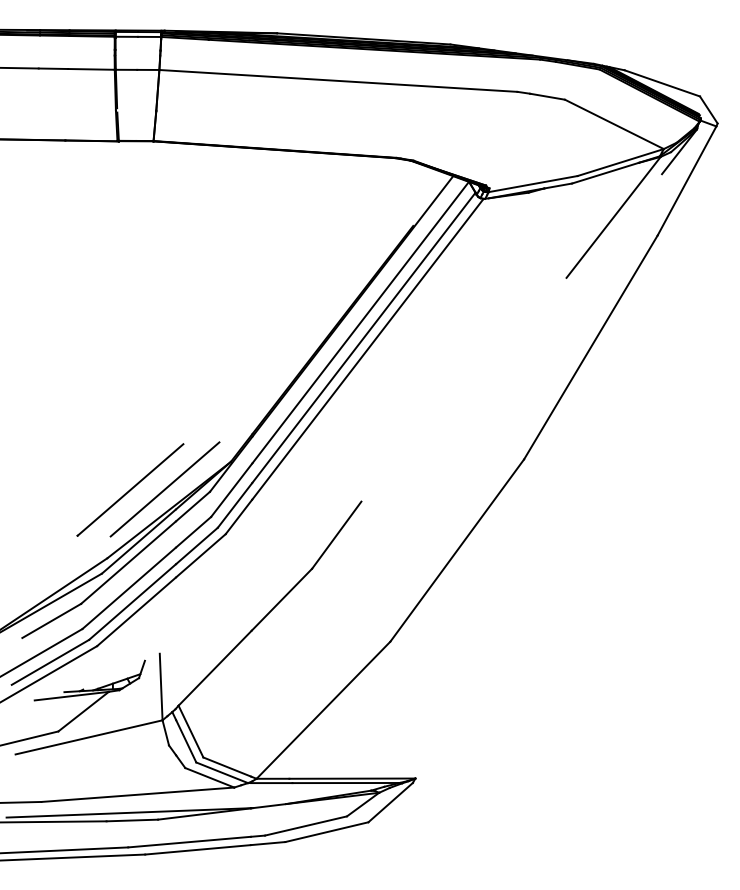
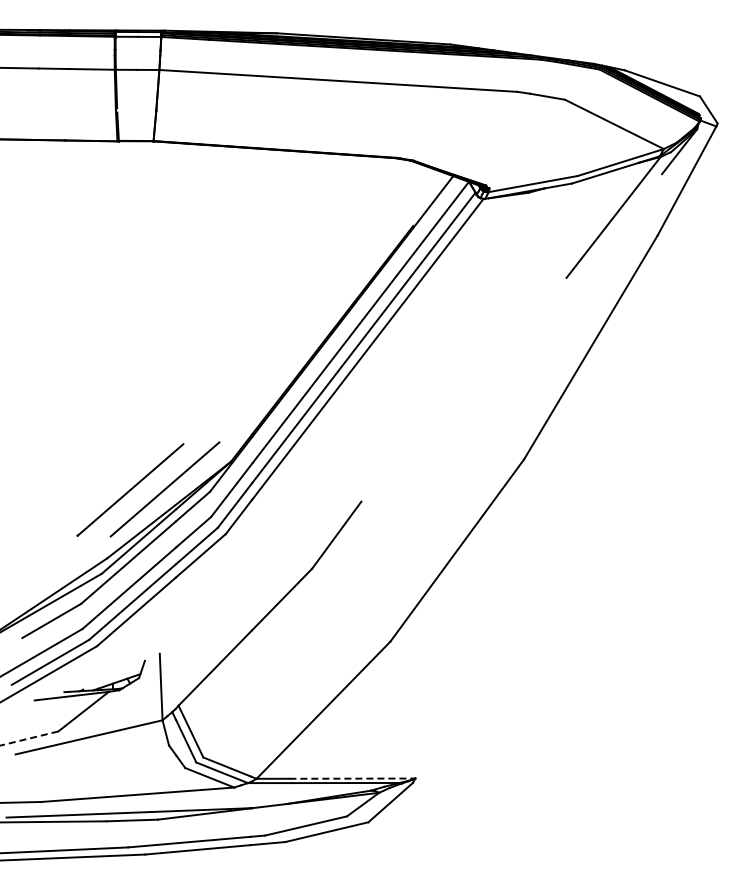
line at (29, 738): solid -> dashed
line at (352, 778): solid -> dashed
